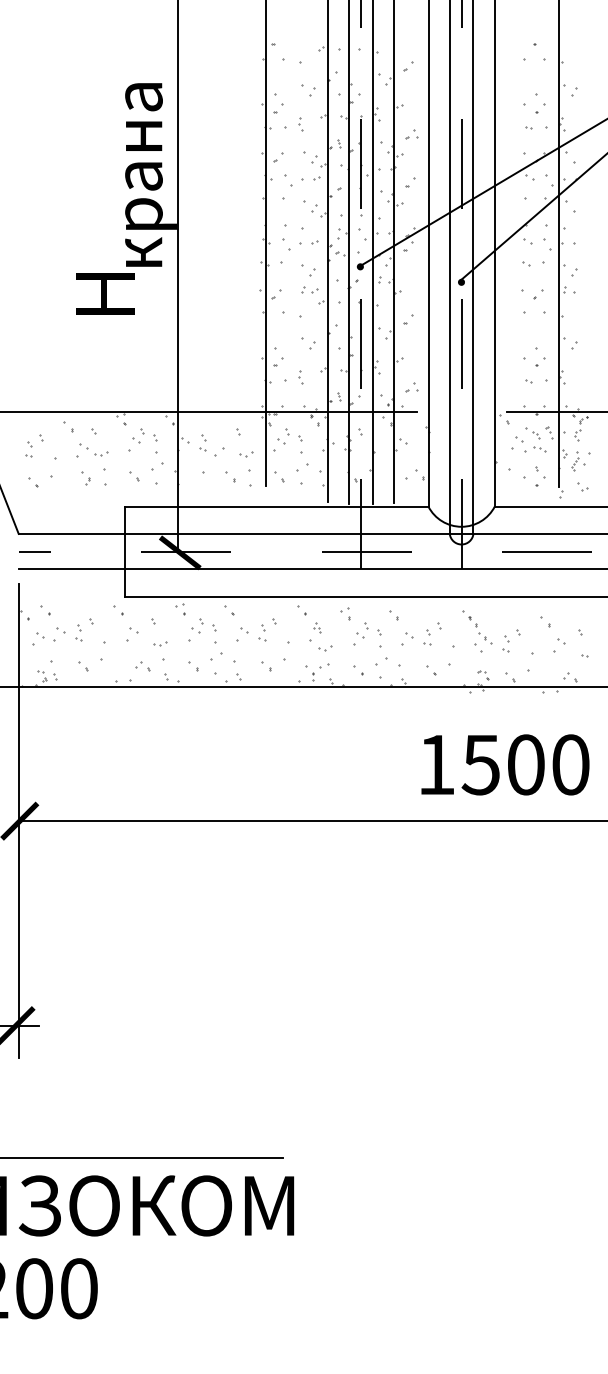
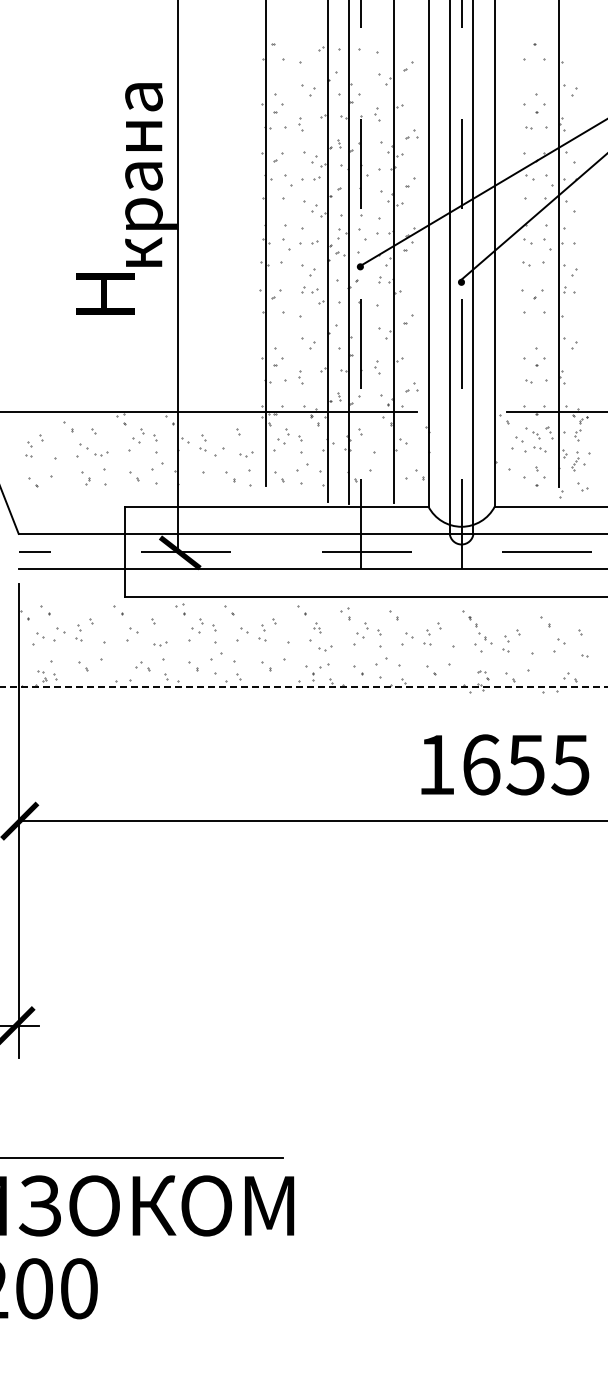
line at (373, 252): present -> none
line at (304, 687): solid -> dashed
text at (525, 764): 1500 -> 1655
